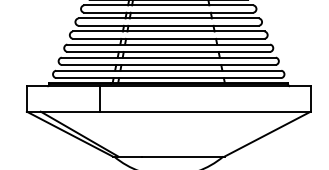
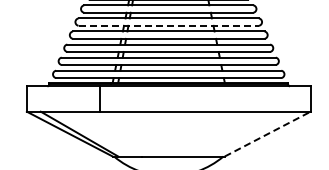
line at (169, 25): solid -> dashed
line at (268, 133): solid -> dashed
